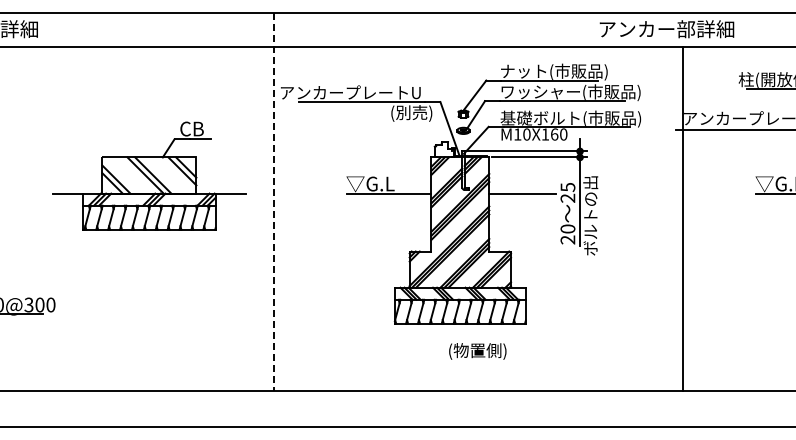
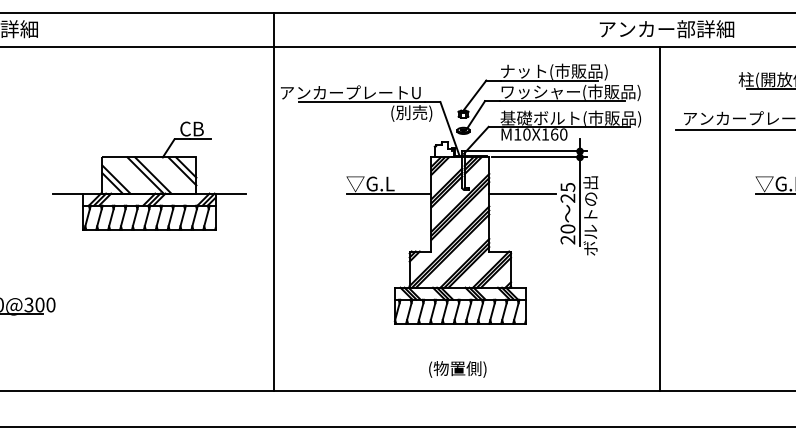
line at (273, 201): dashed -> solid
line at (682, 218) position: (682, 218) -> (659, 218)
text at (477, 351) position: (477, 351) -> (457, 369)
